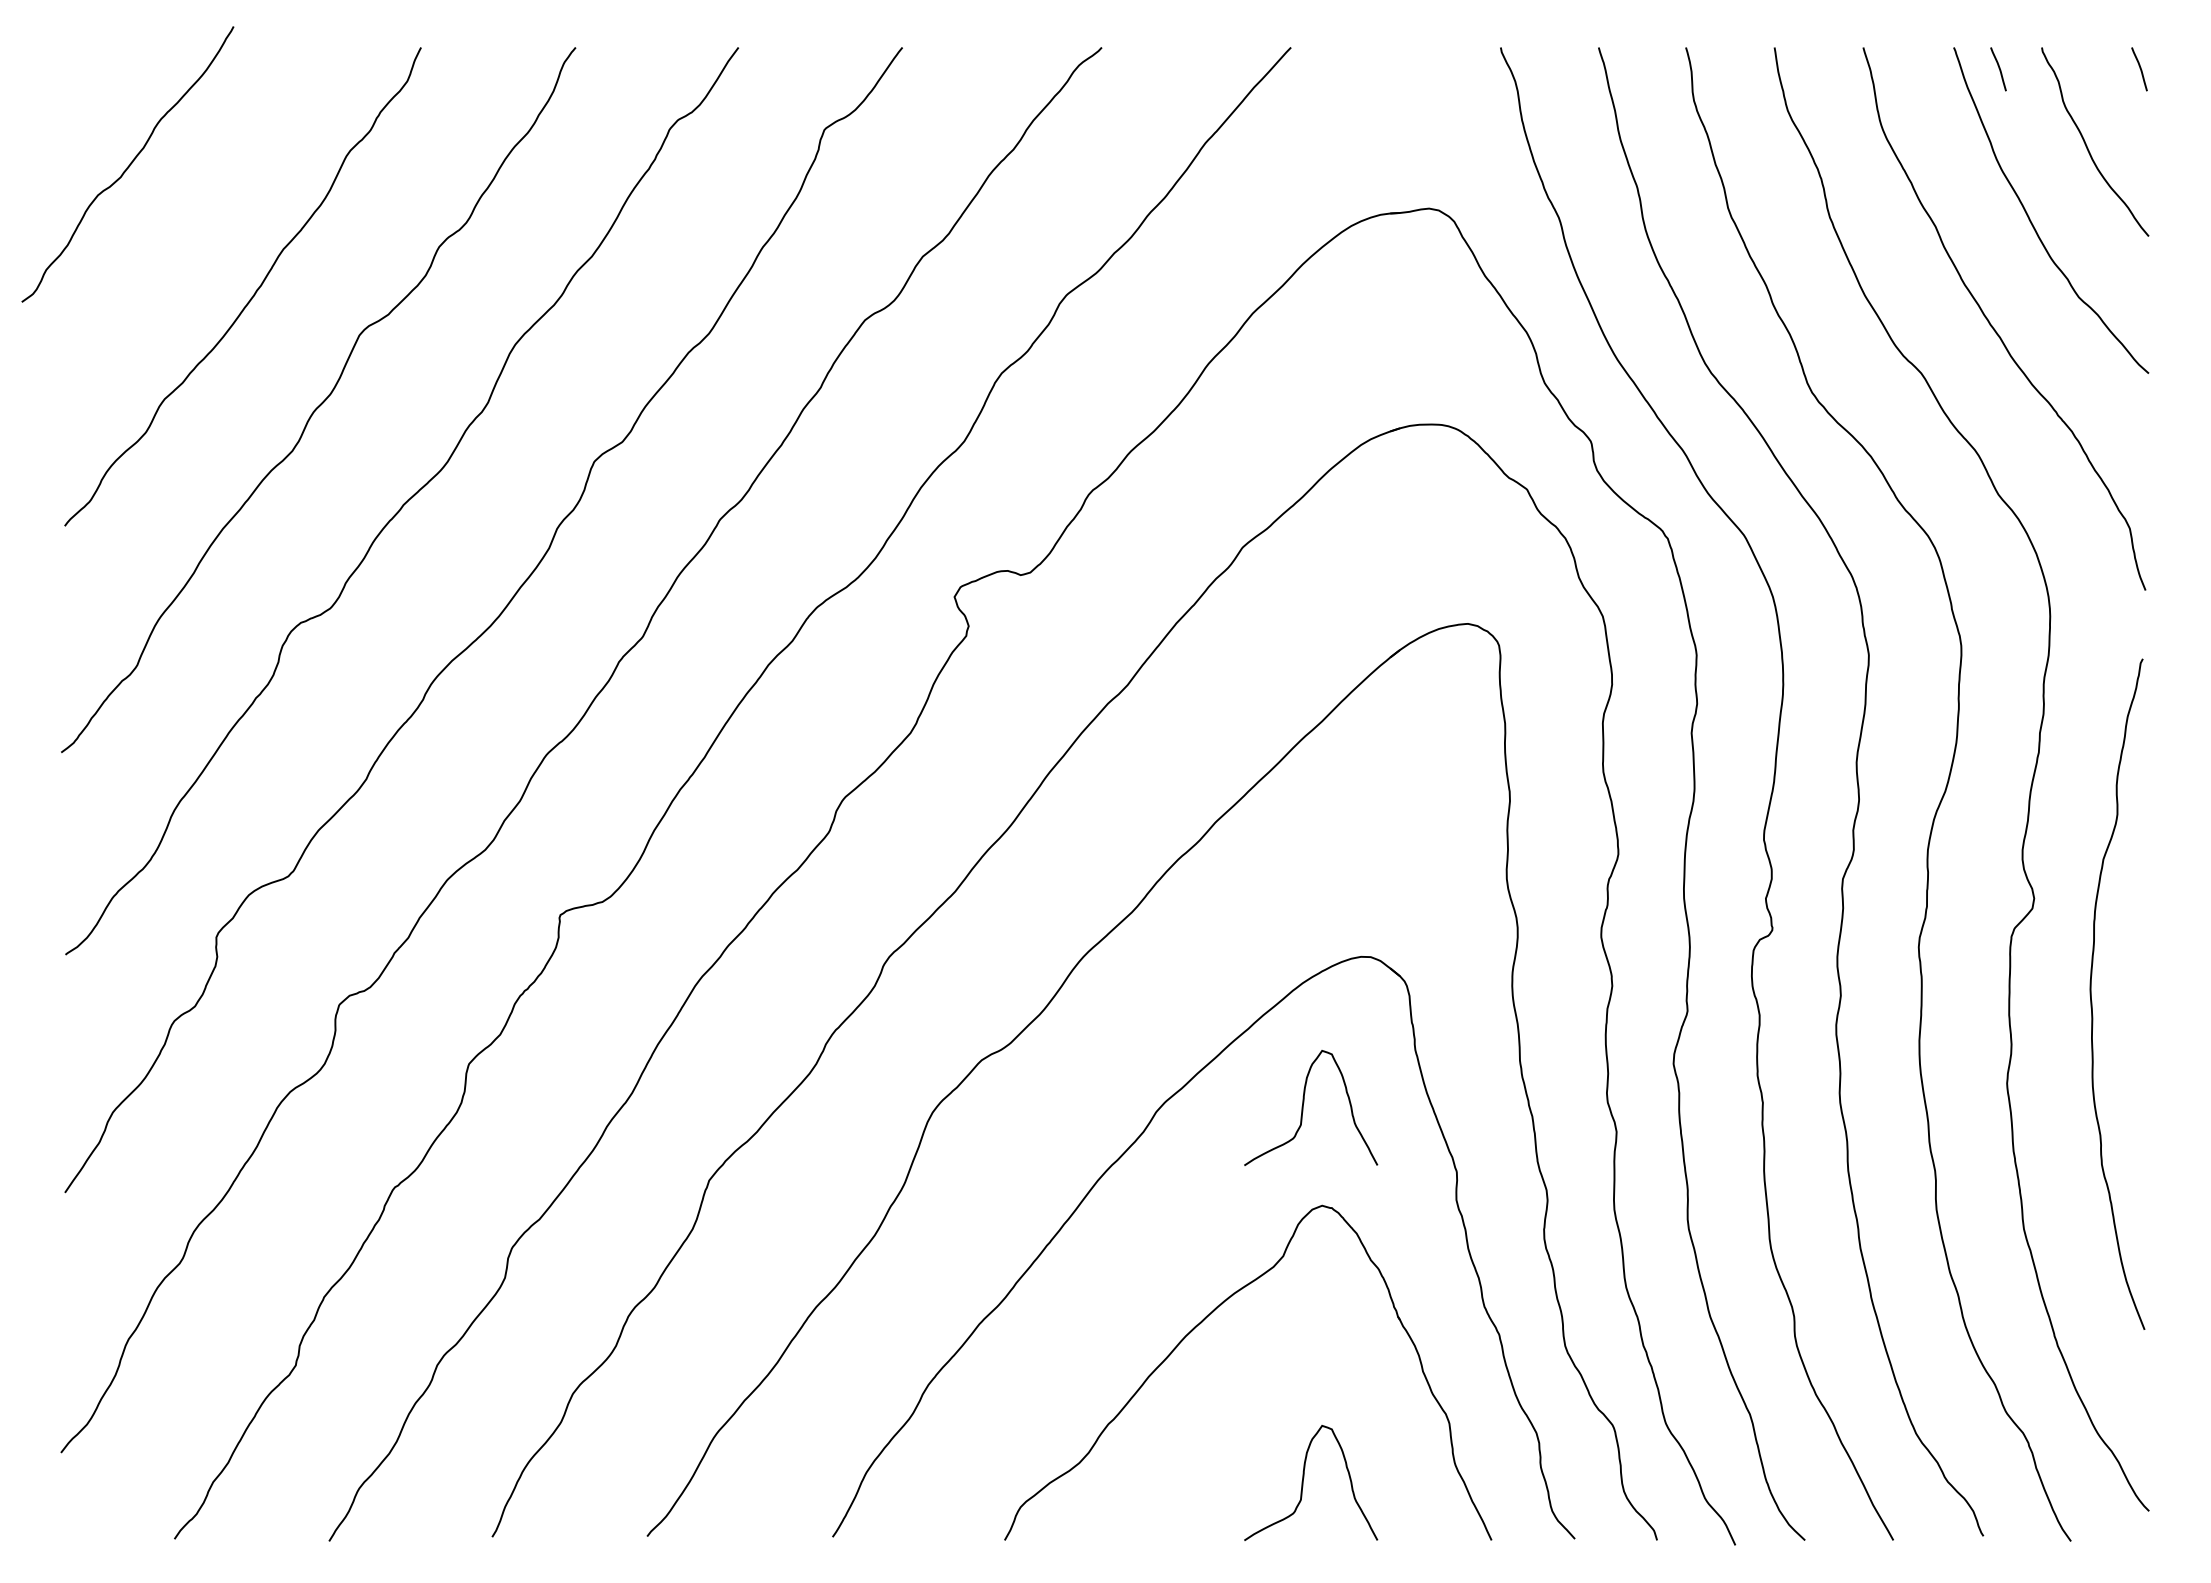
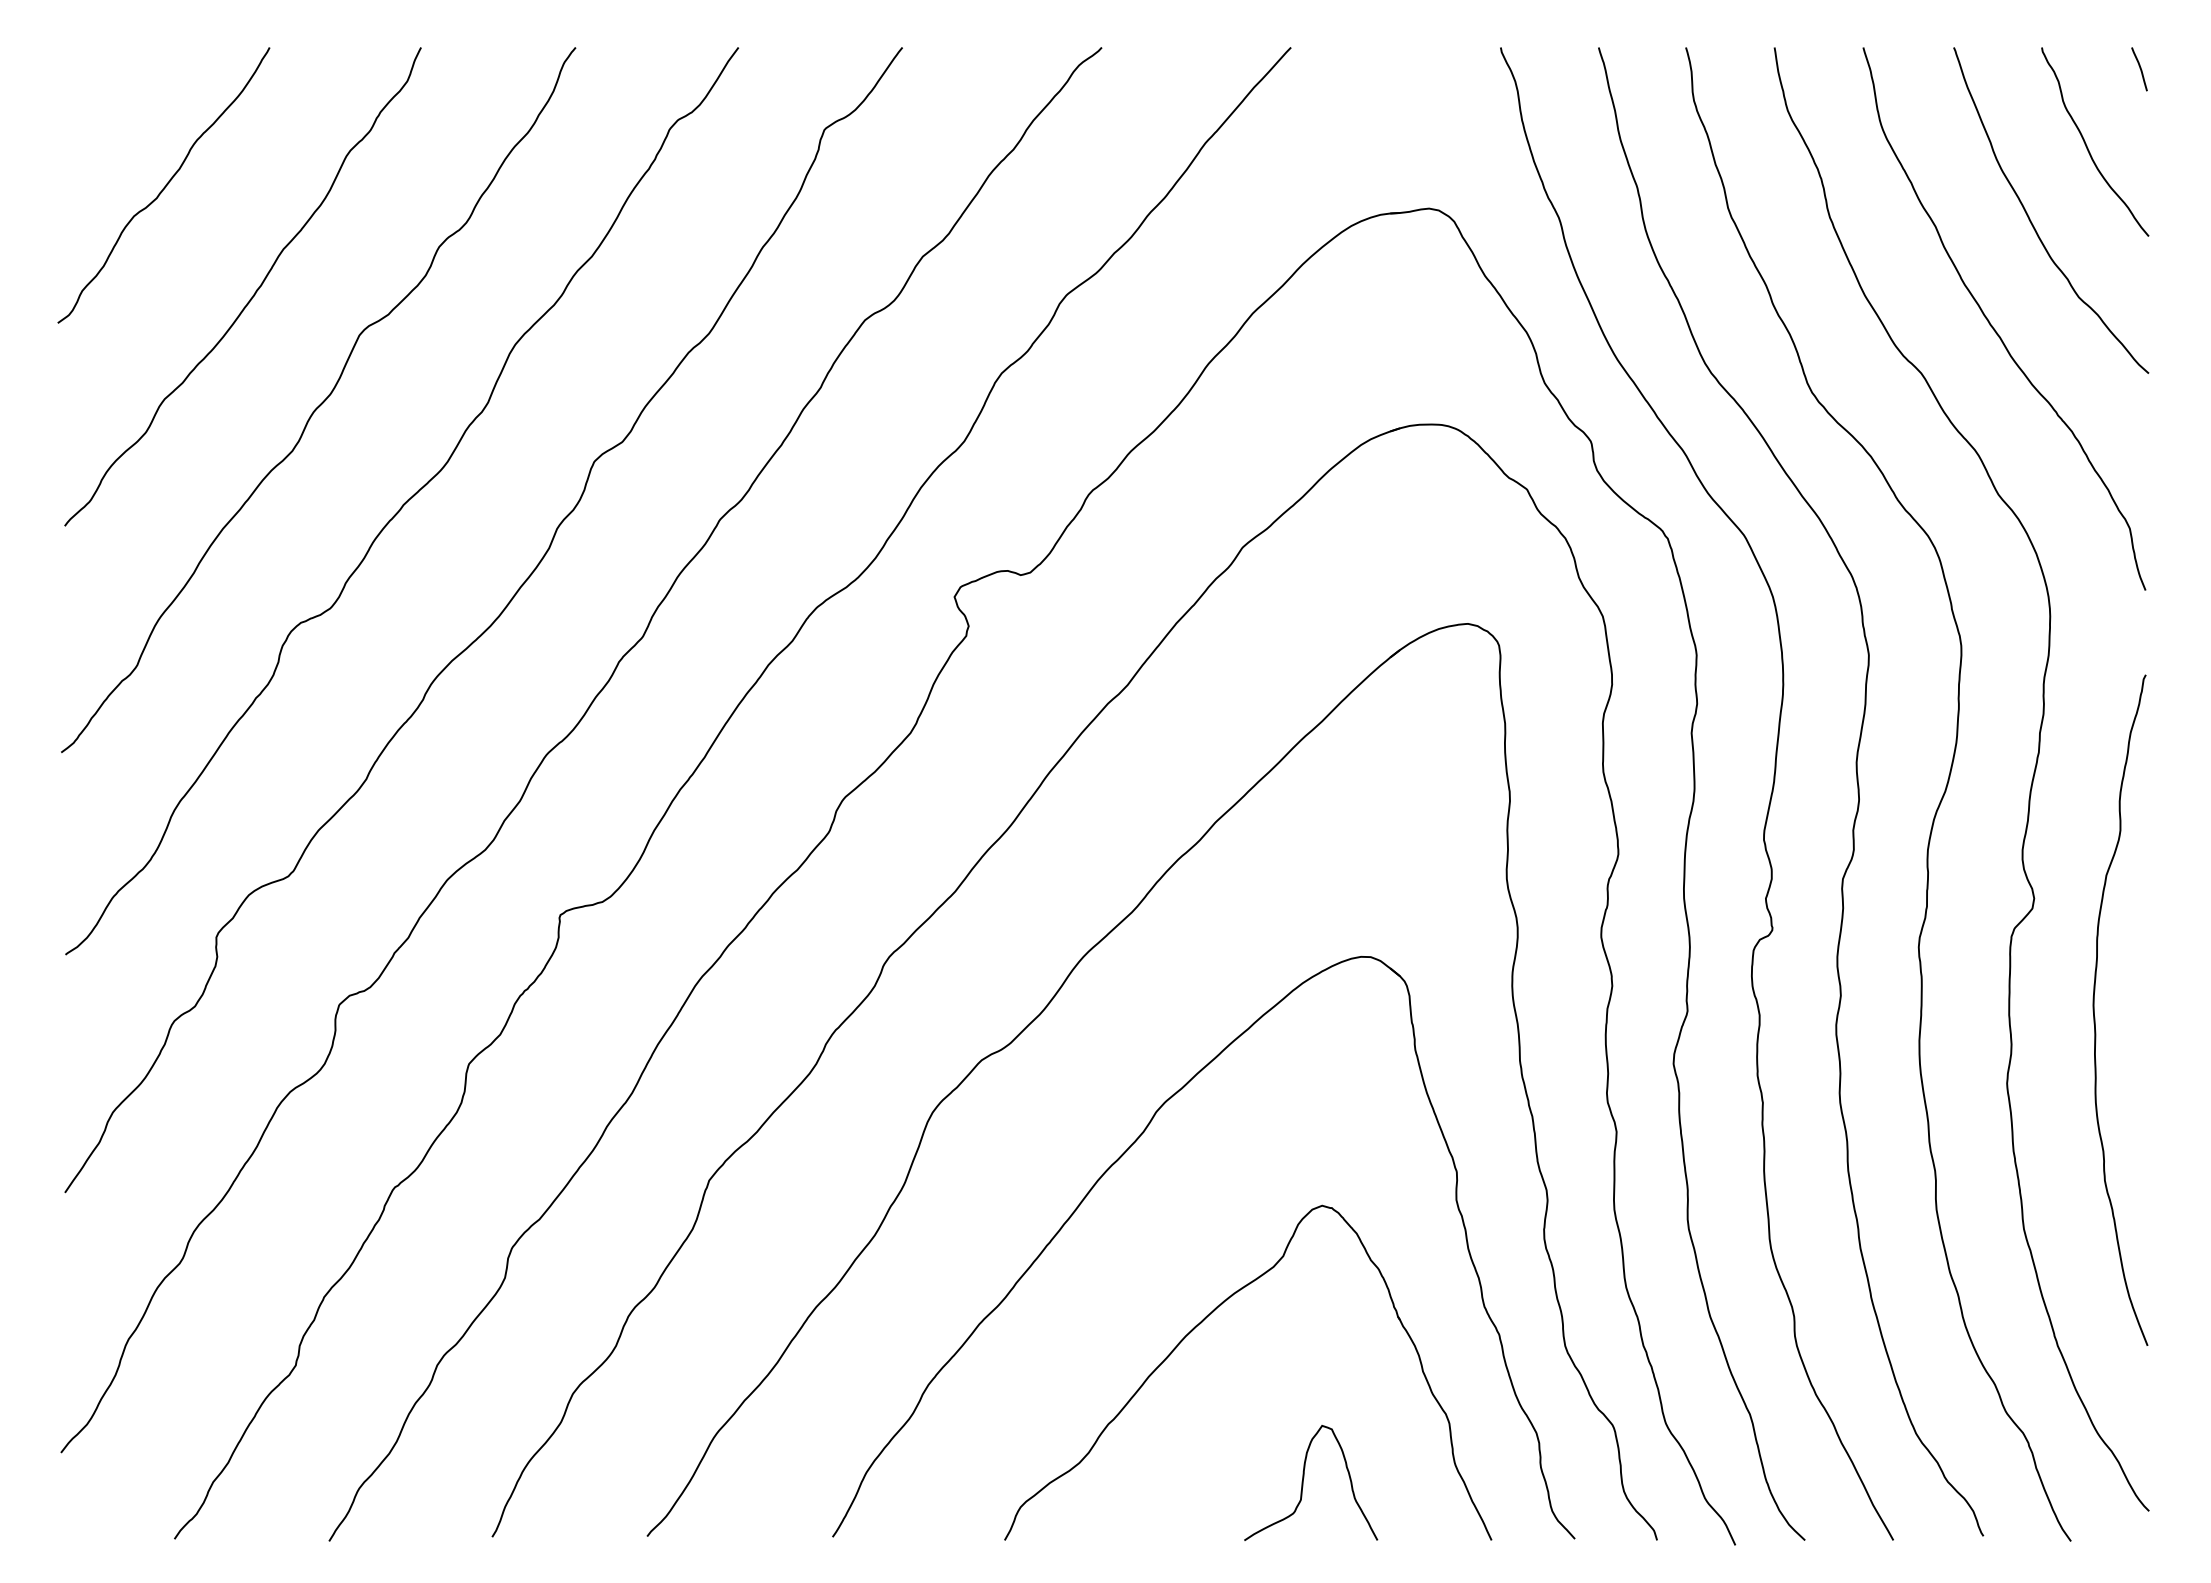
curve at (1998, 68): present -> none
curve at (128, 165) position: (128, 165) -> (164, 186)
curve at (2091, 993) position: (2091, 993) -> (2094, 1009)
curve at (1303, 1107): present -> none
